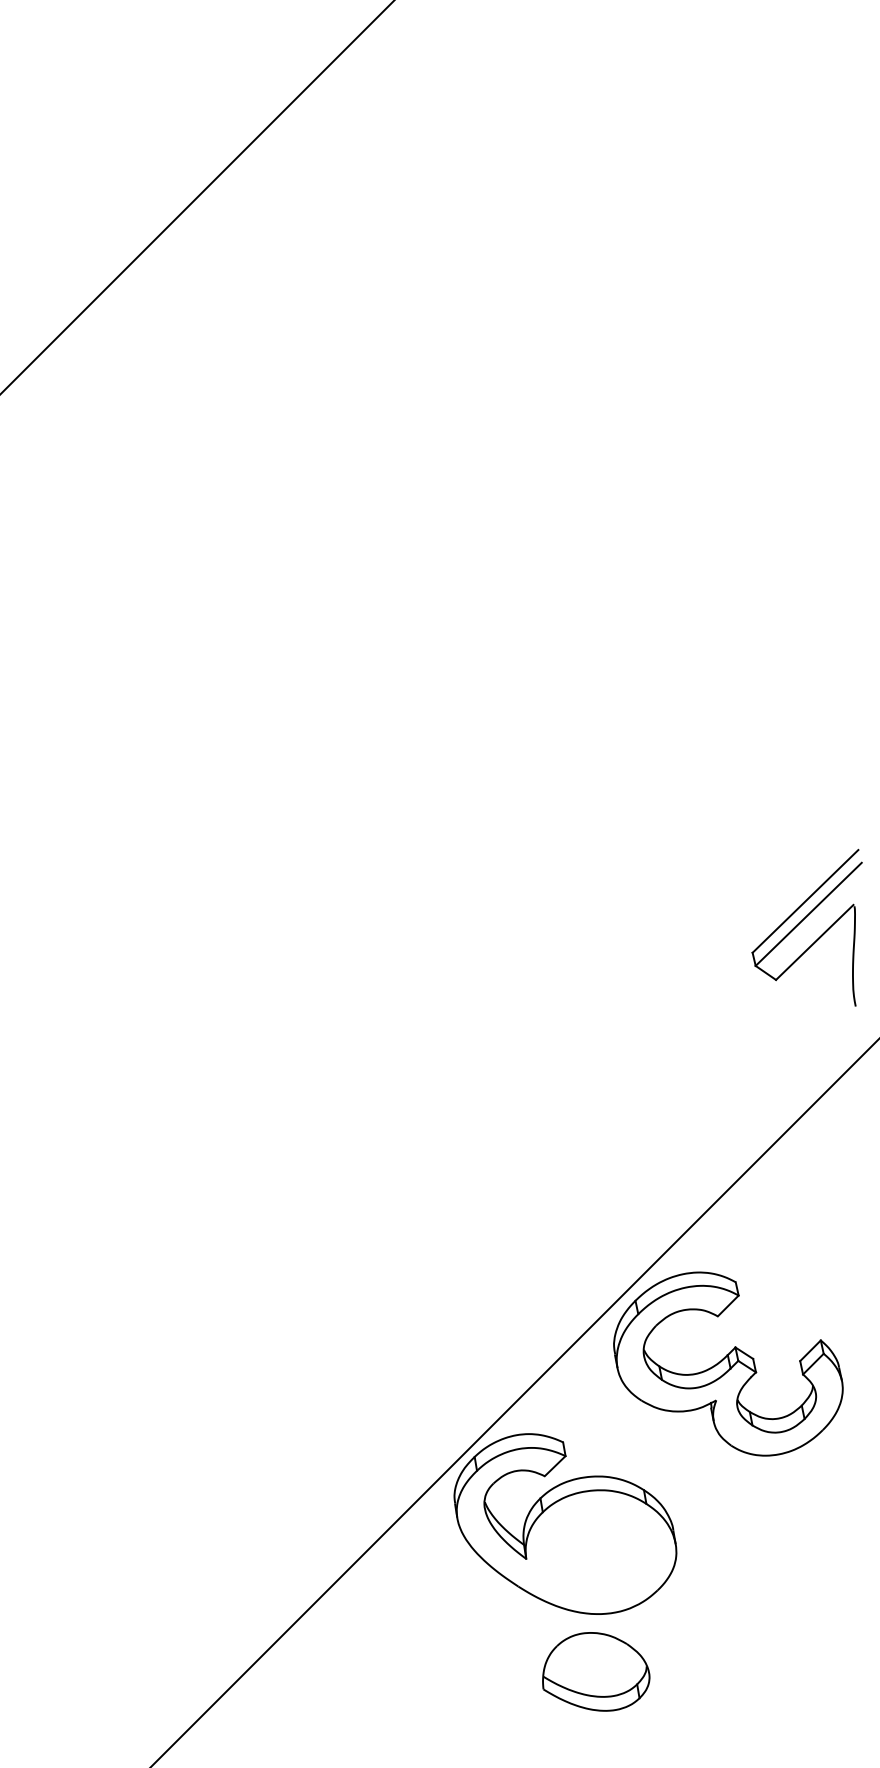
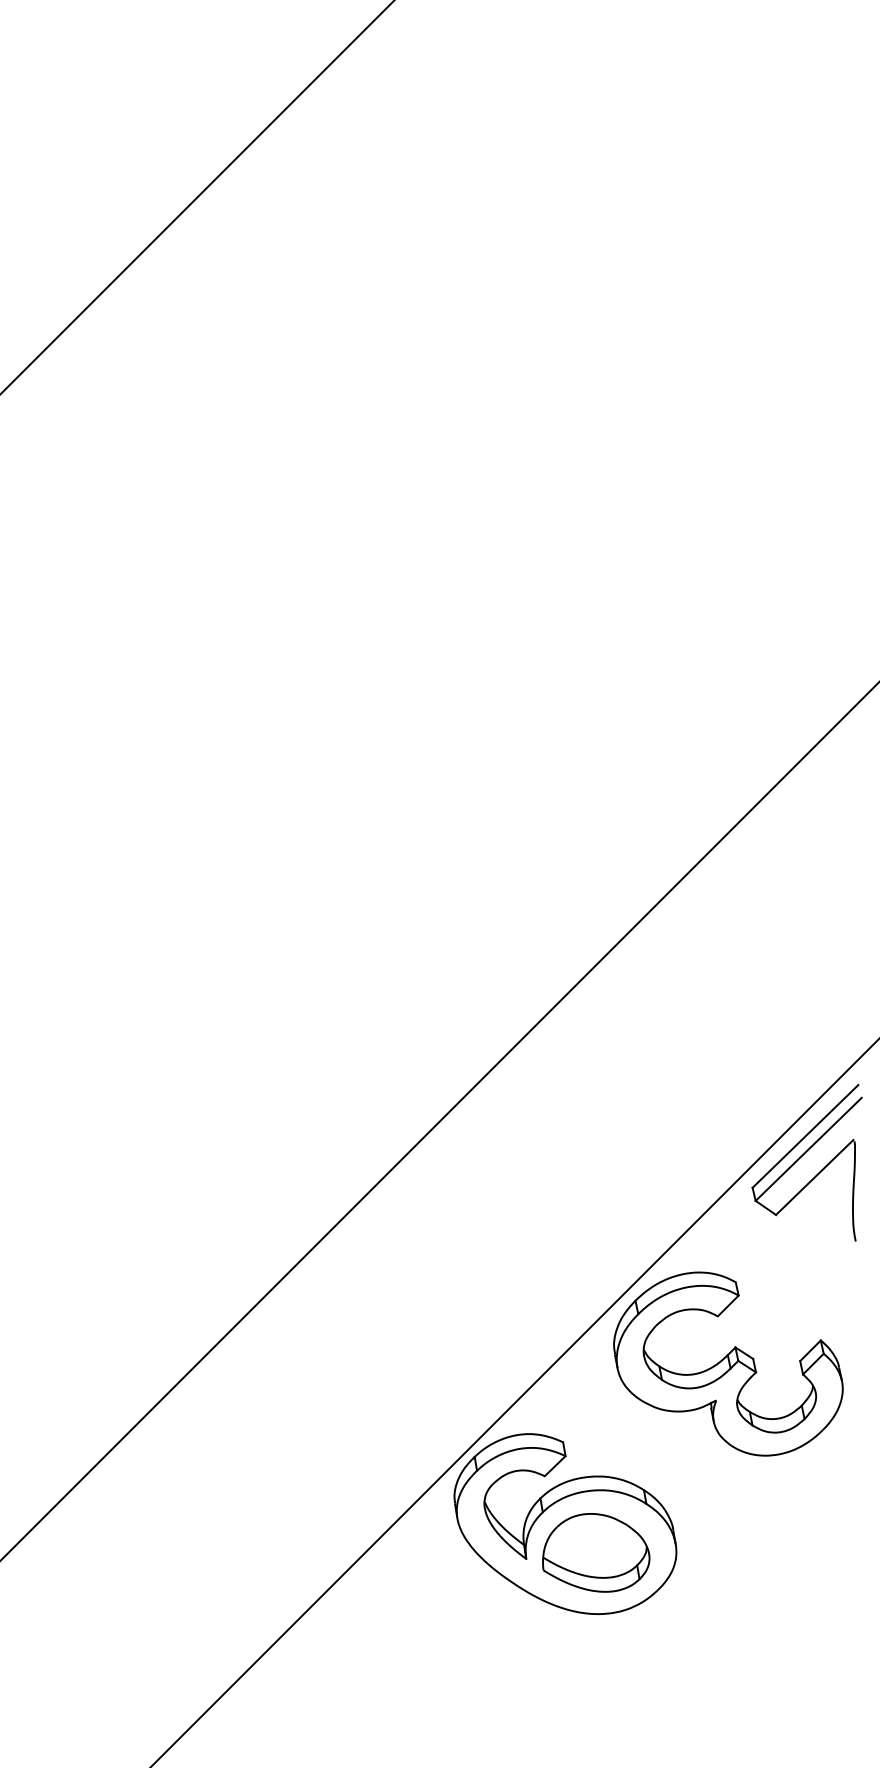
part at (801, 922) position: (801, 922) -> (801, 1157)
line at (439, 1121): none -> present
part at (596, 1671) position: (596, 1671) -> (596, 1552)
